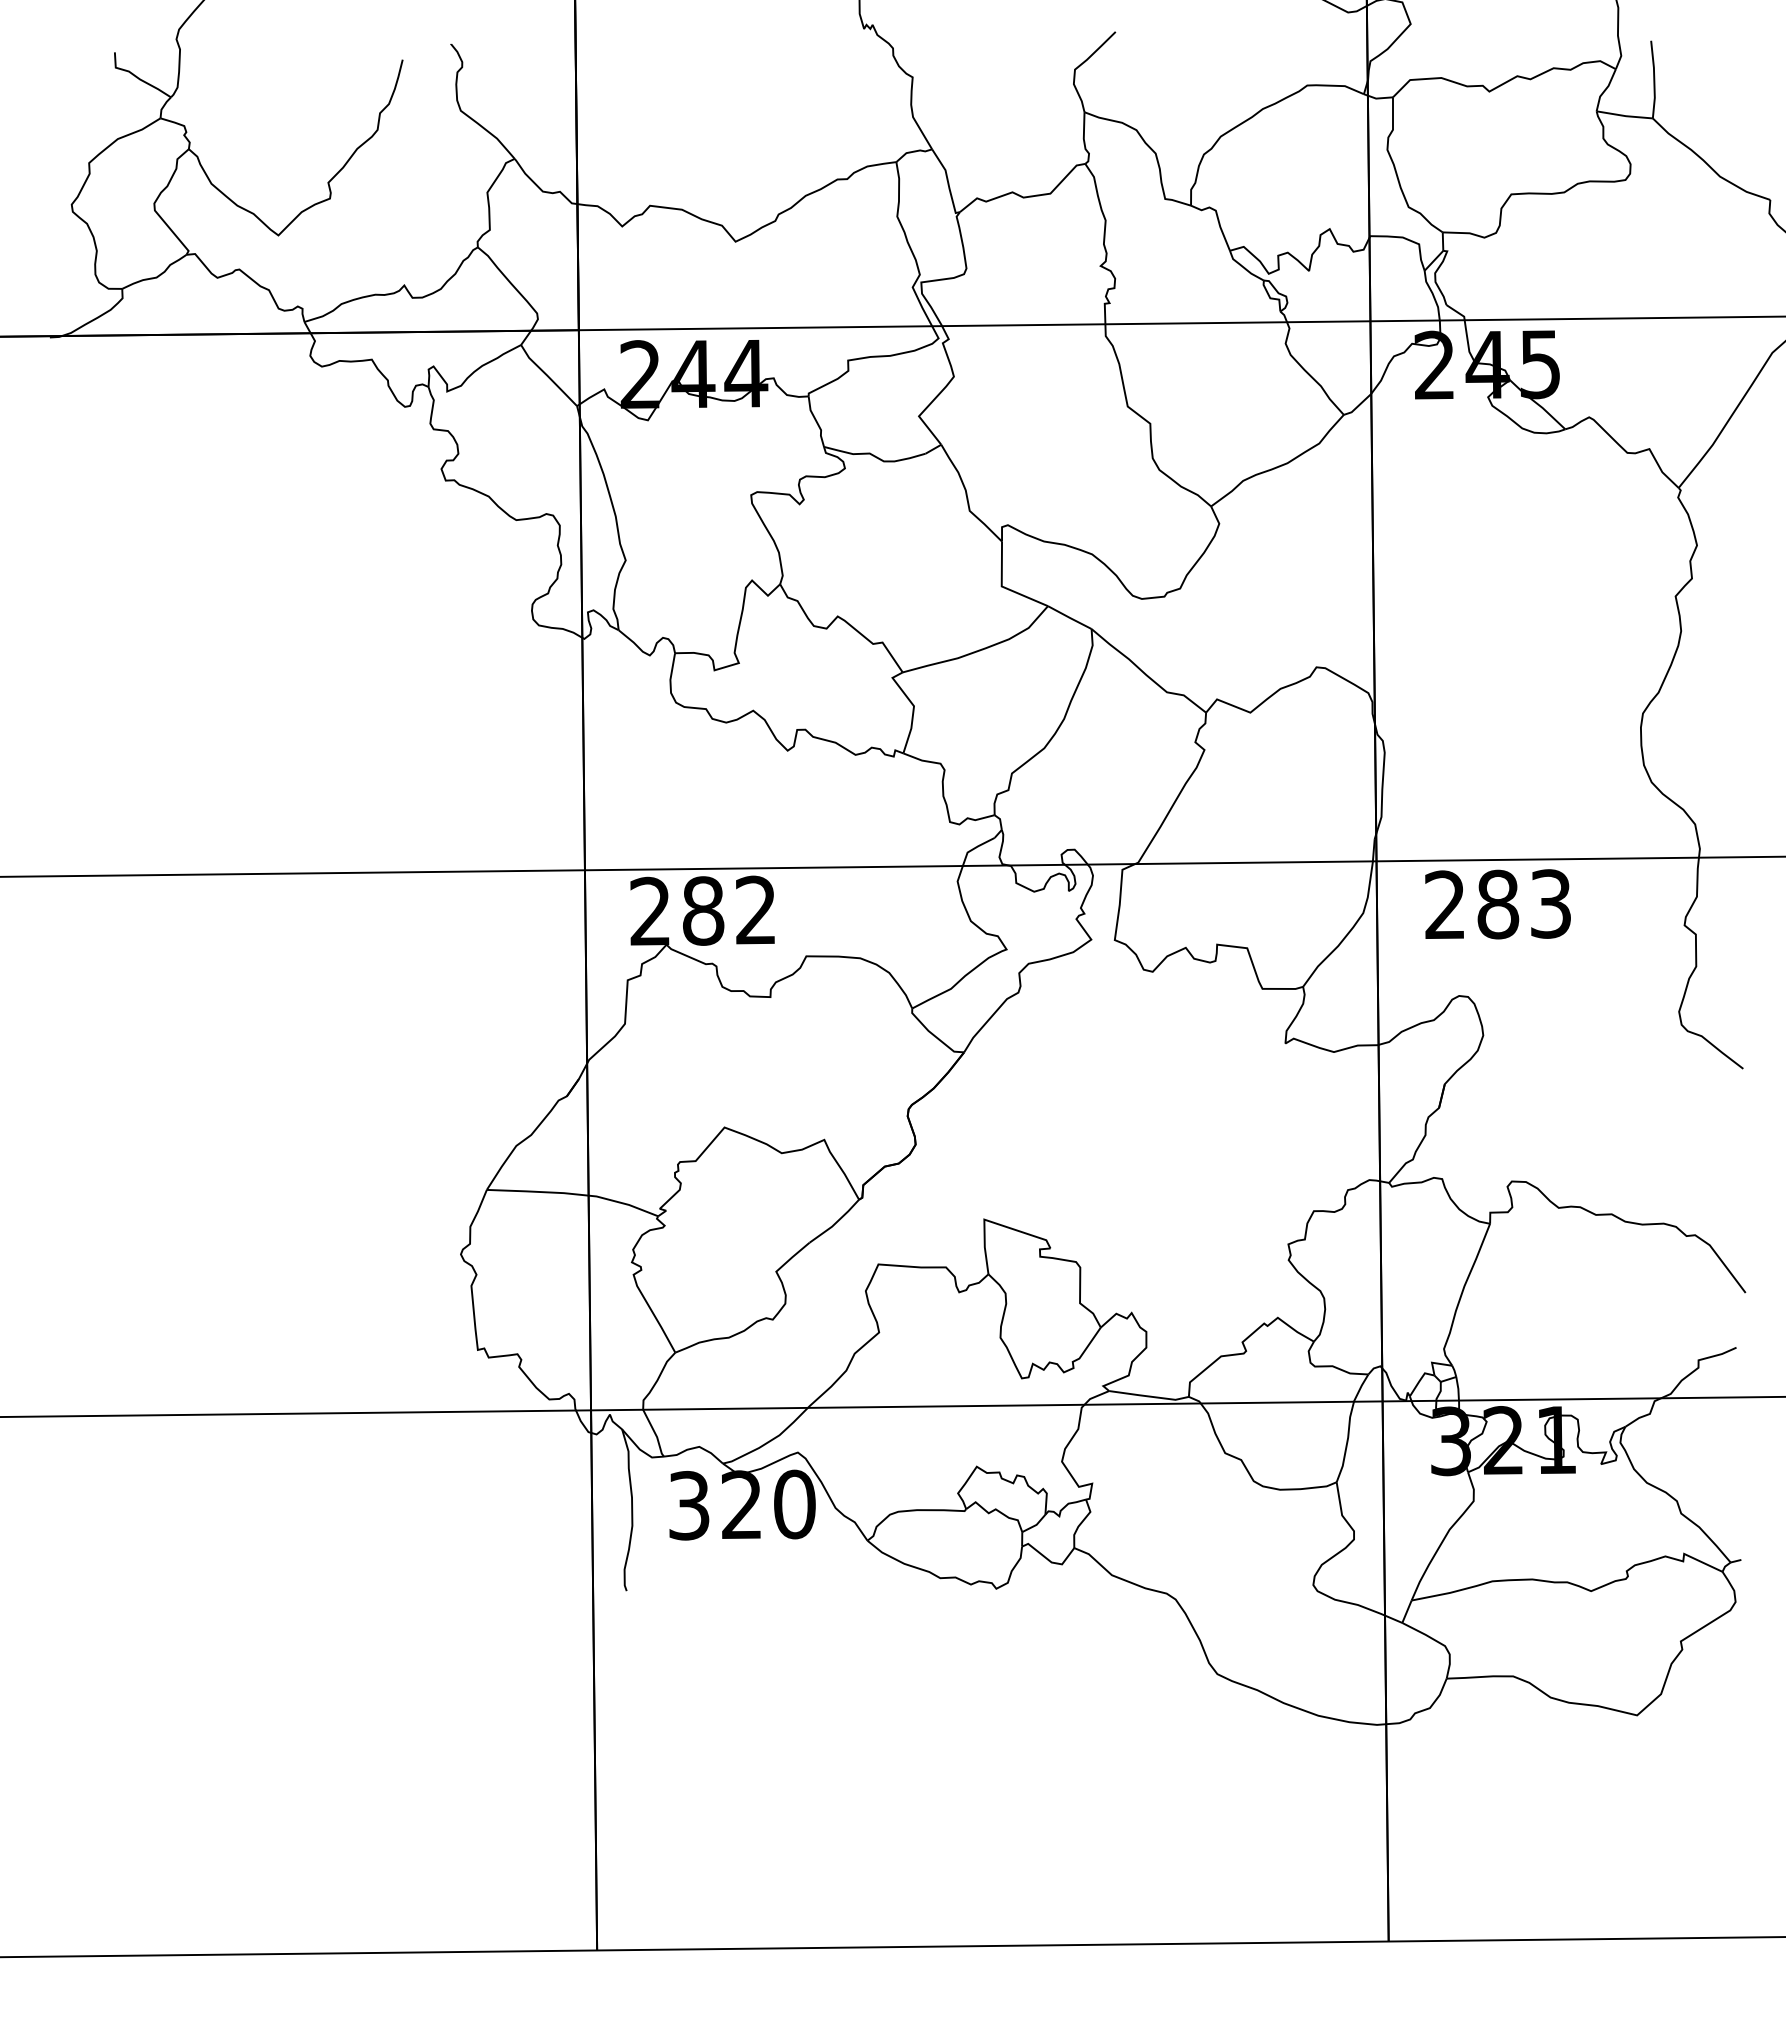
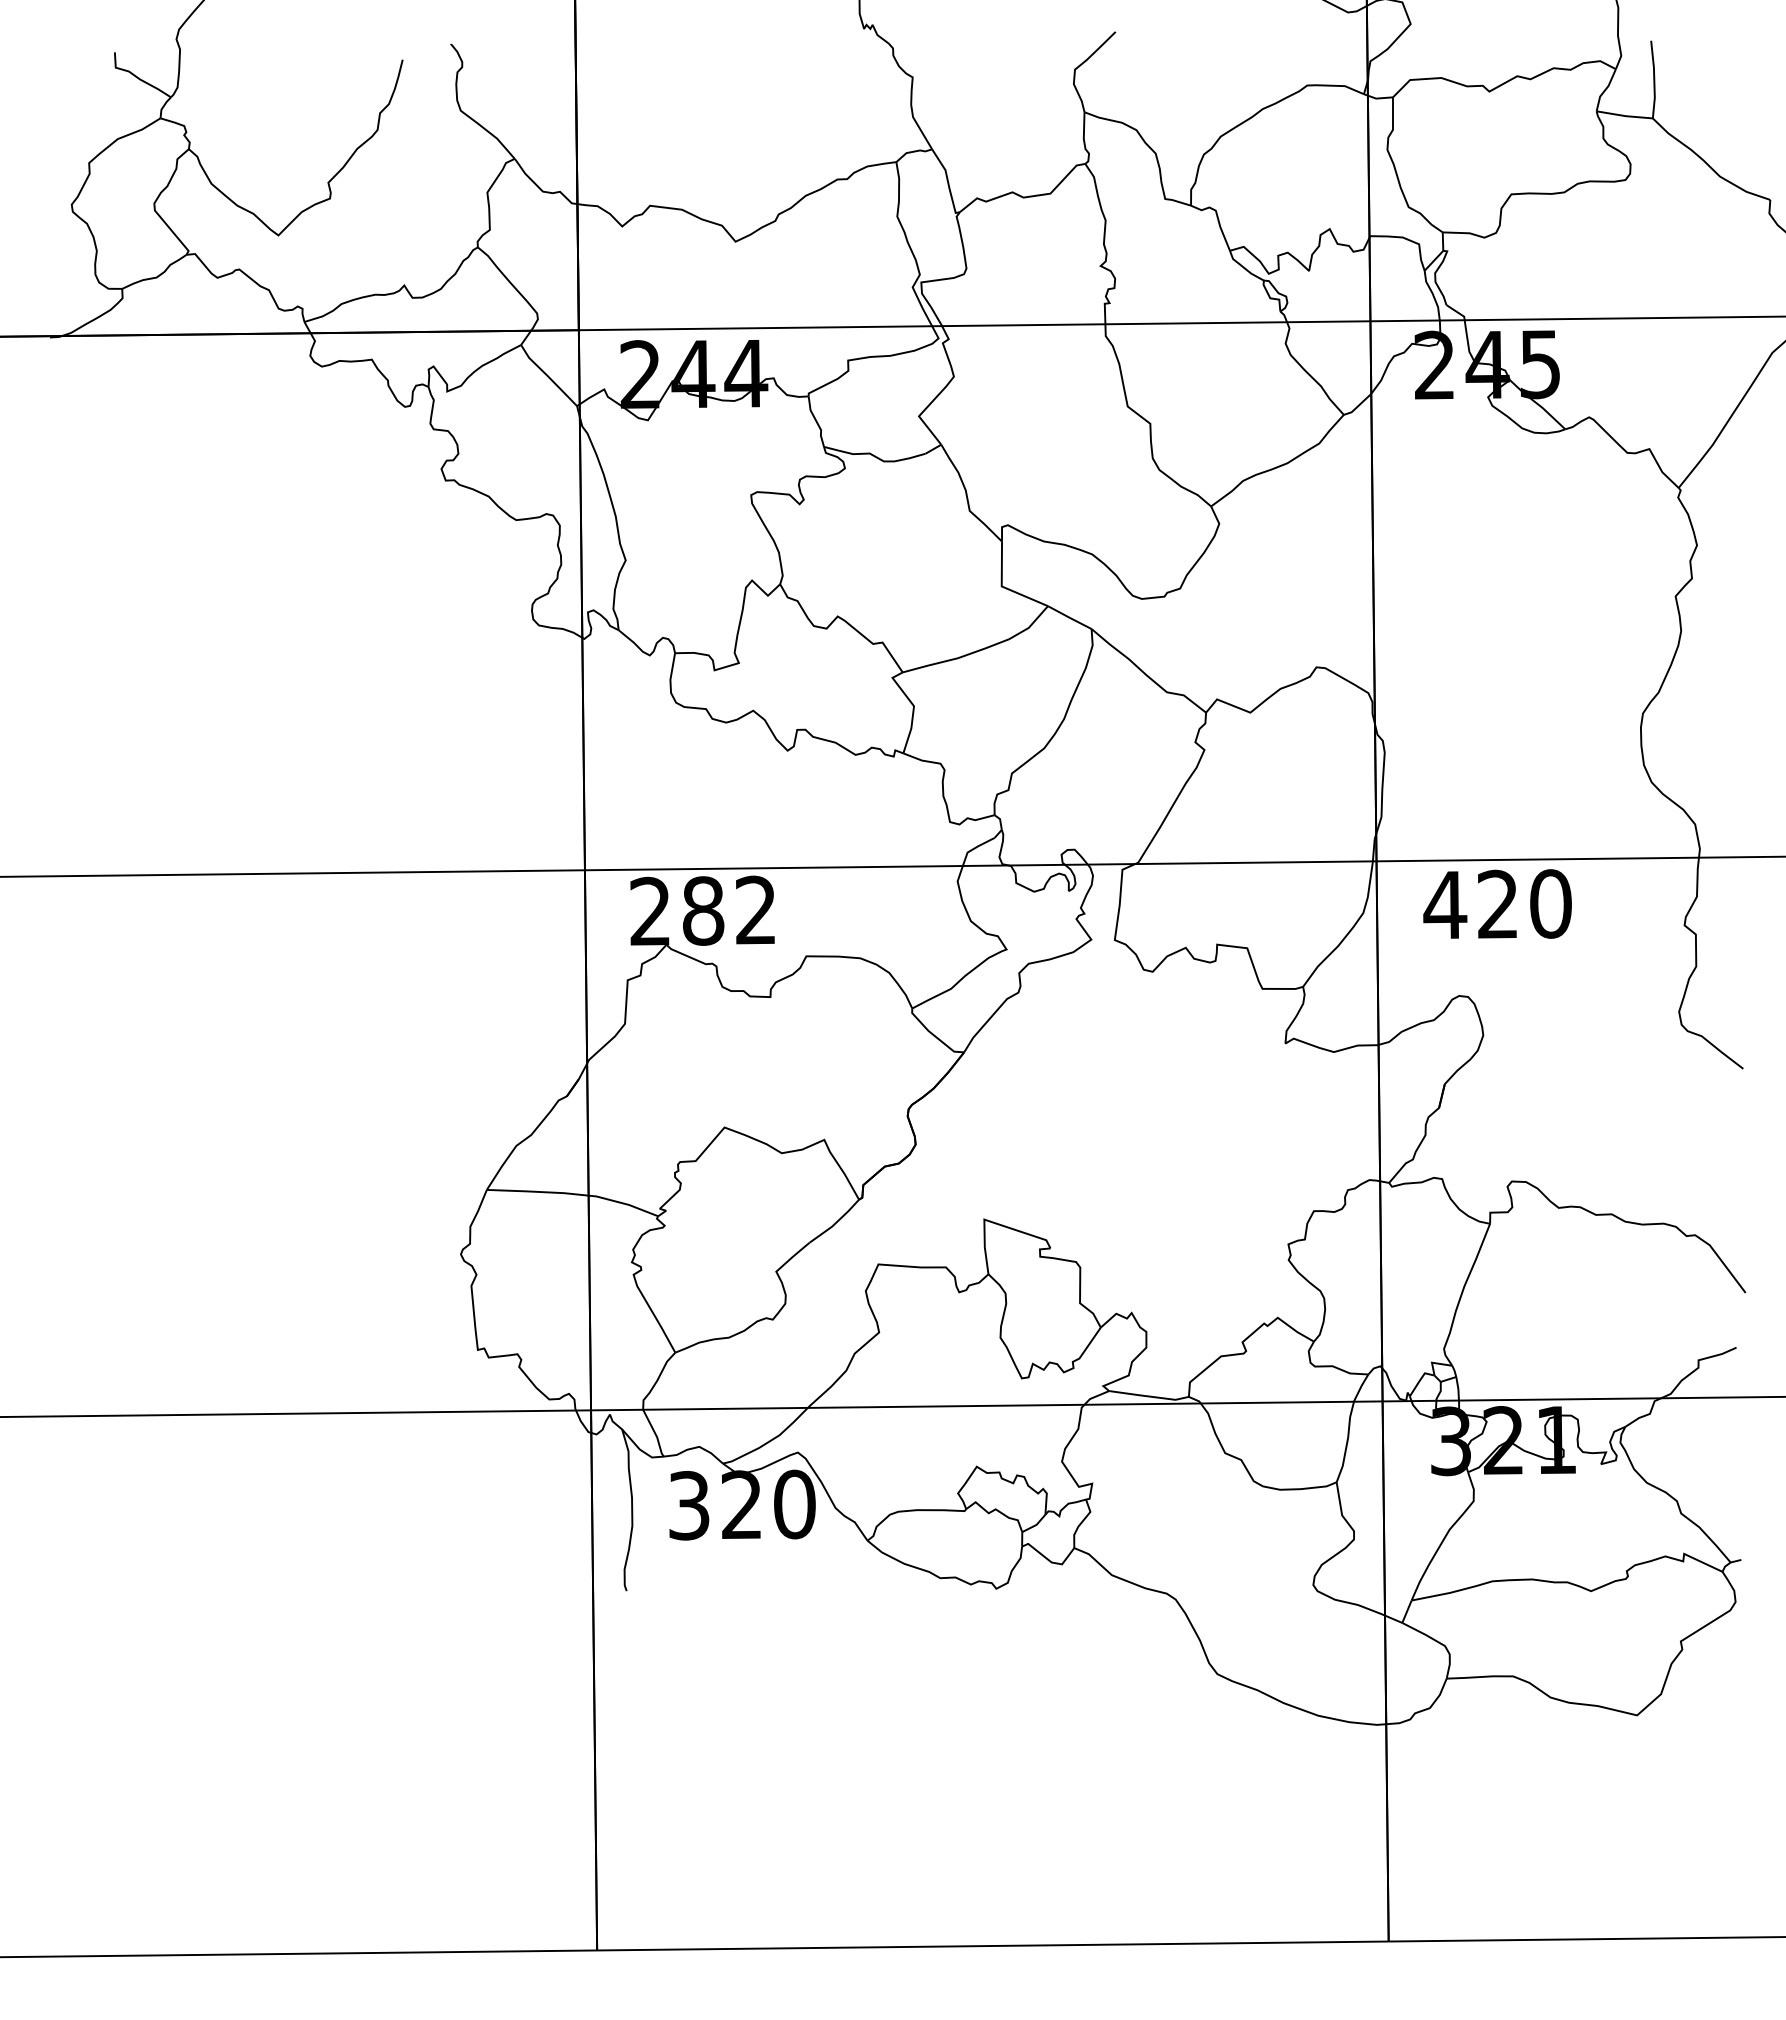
text at (1497, 904): 283 -> 420
